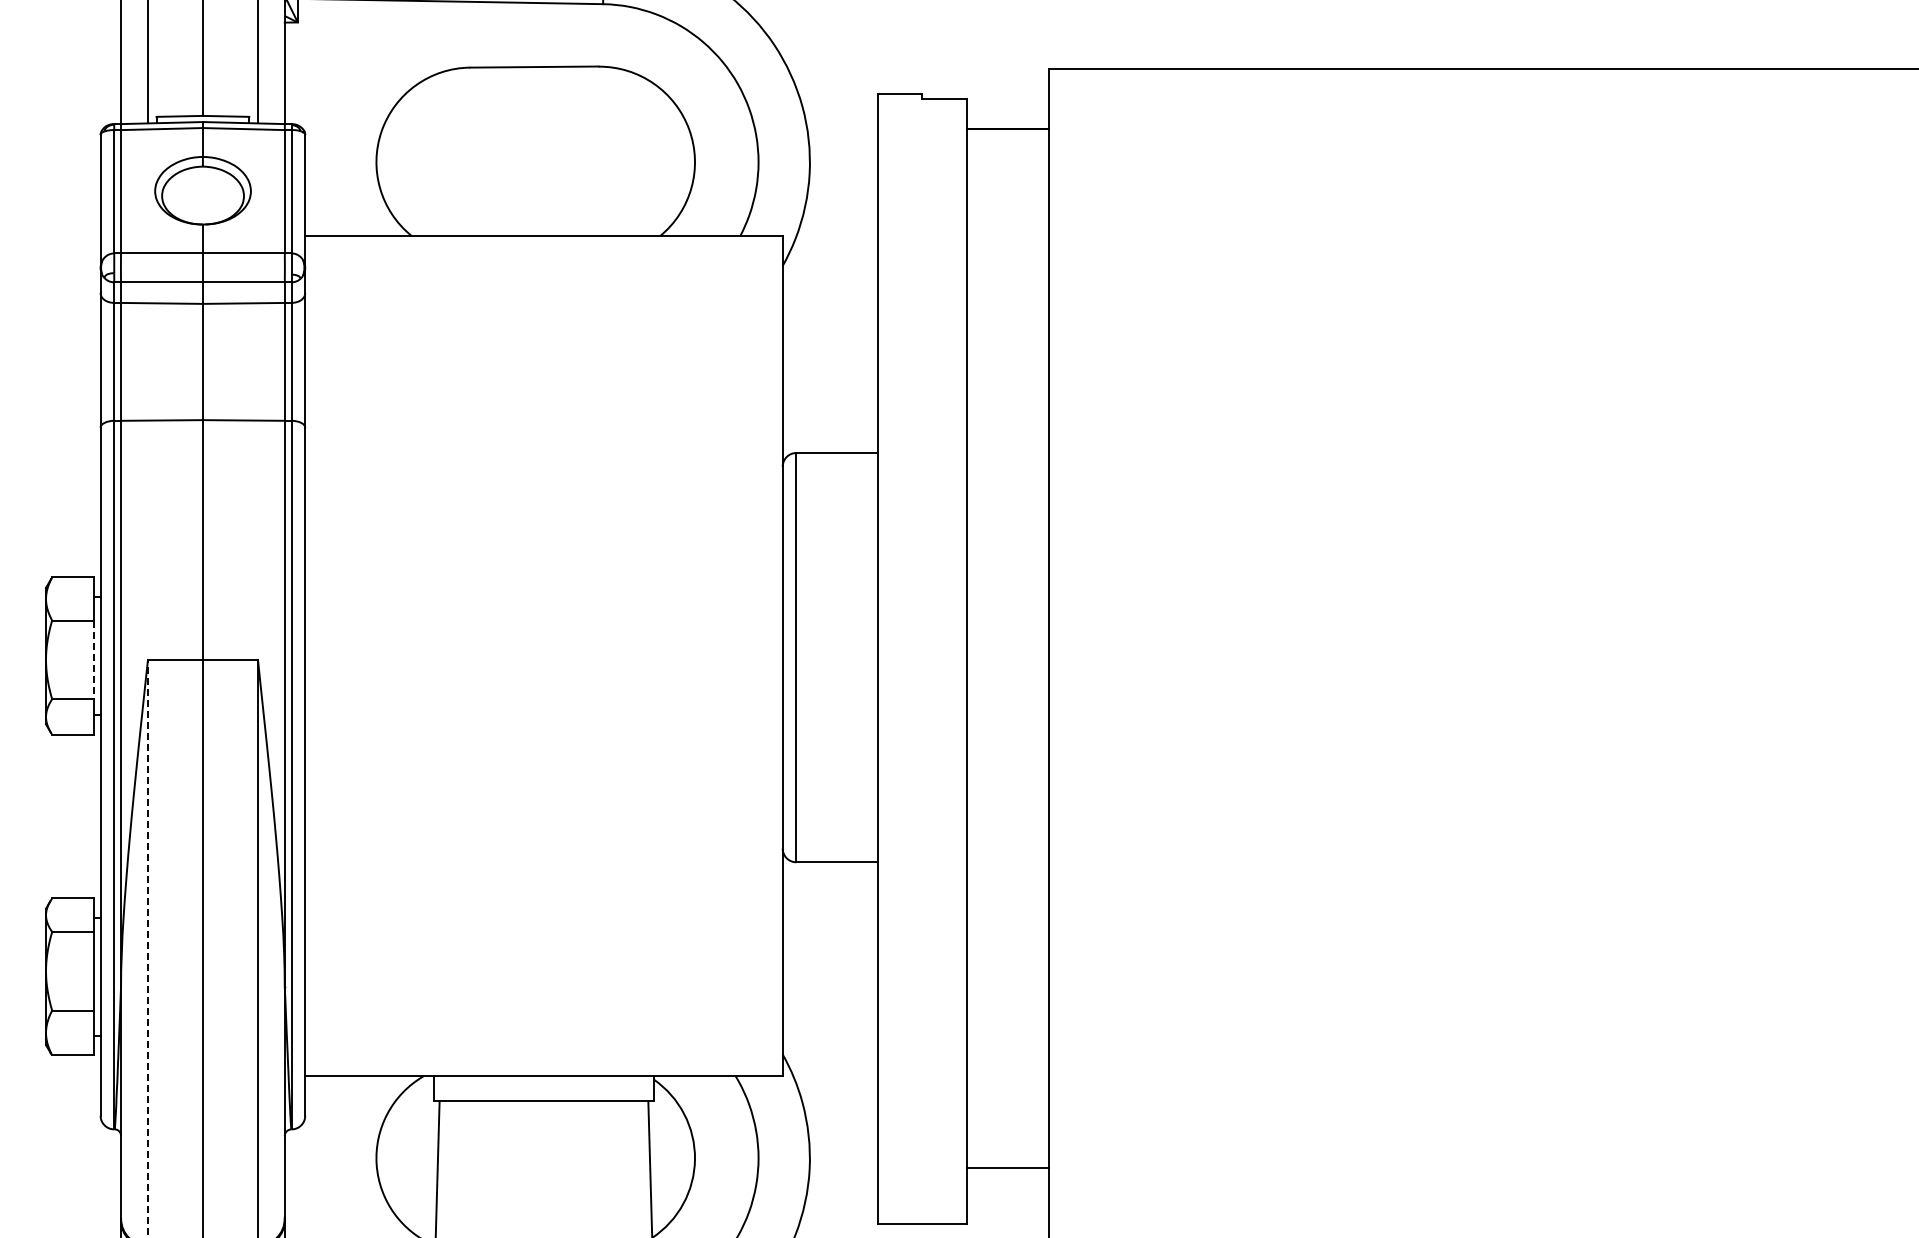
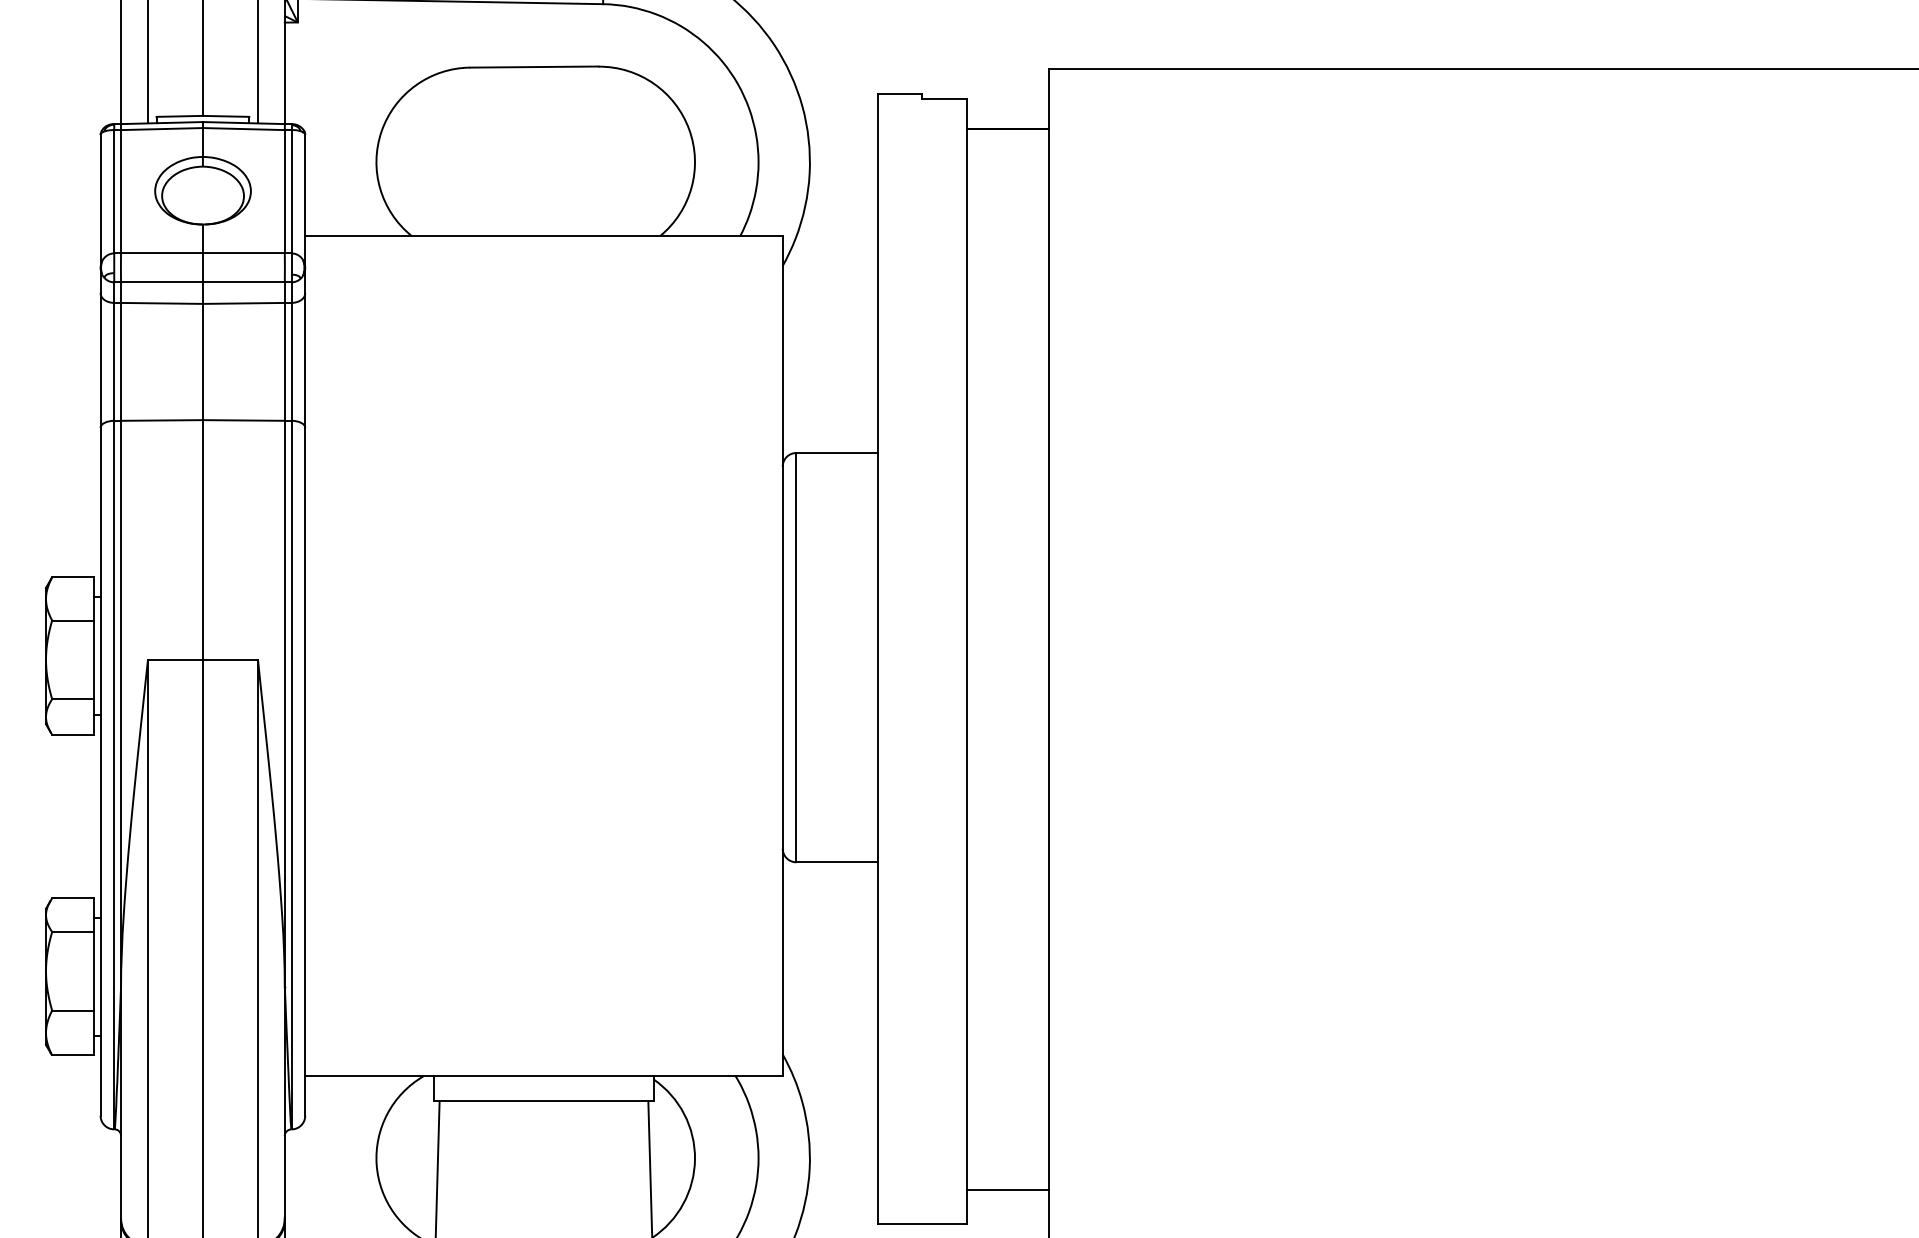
line at (93, 660): dashed -> solid
line at (147, 949): dashed -> solid
line at (1007, 1167) position: (1007, 1167) -> (1007, 1189)
